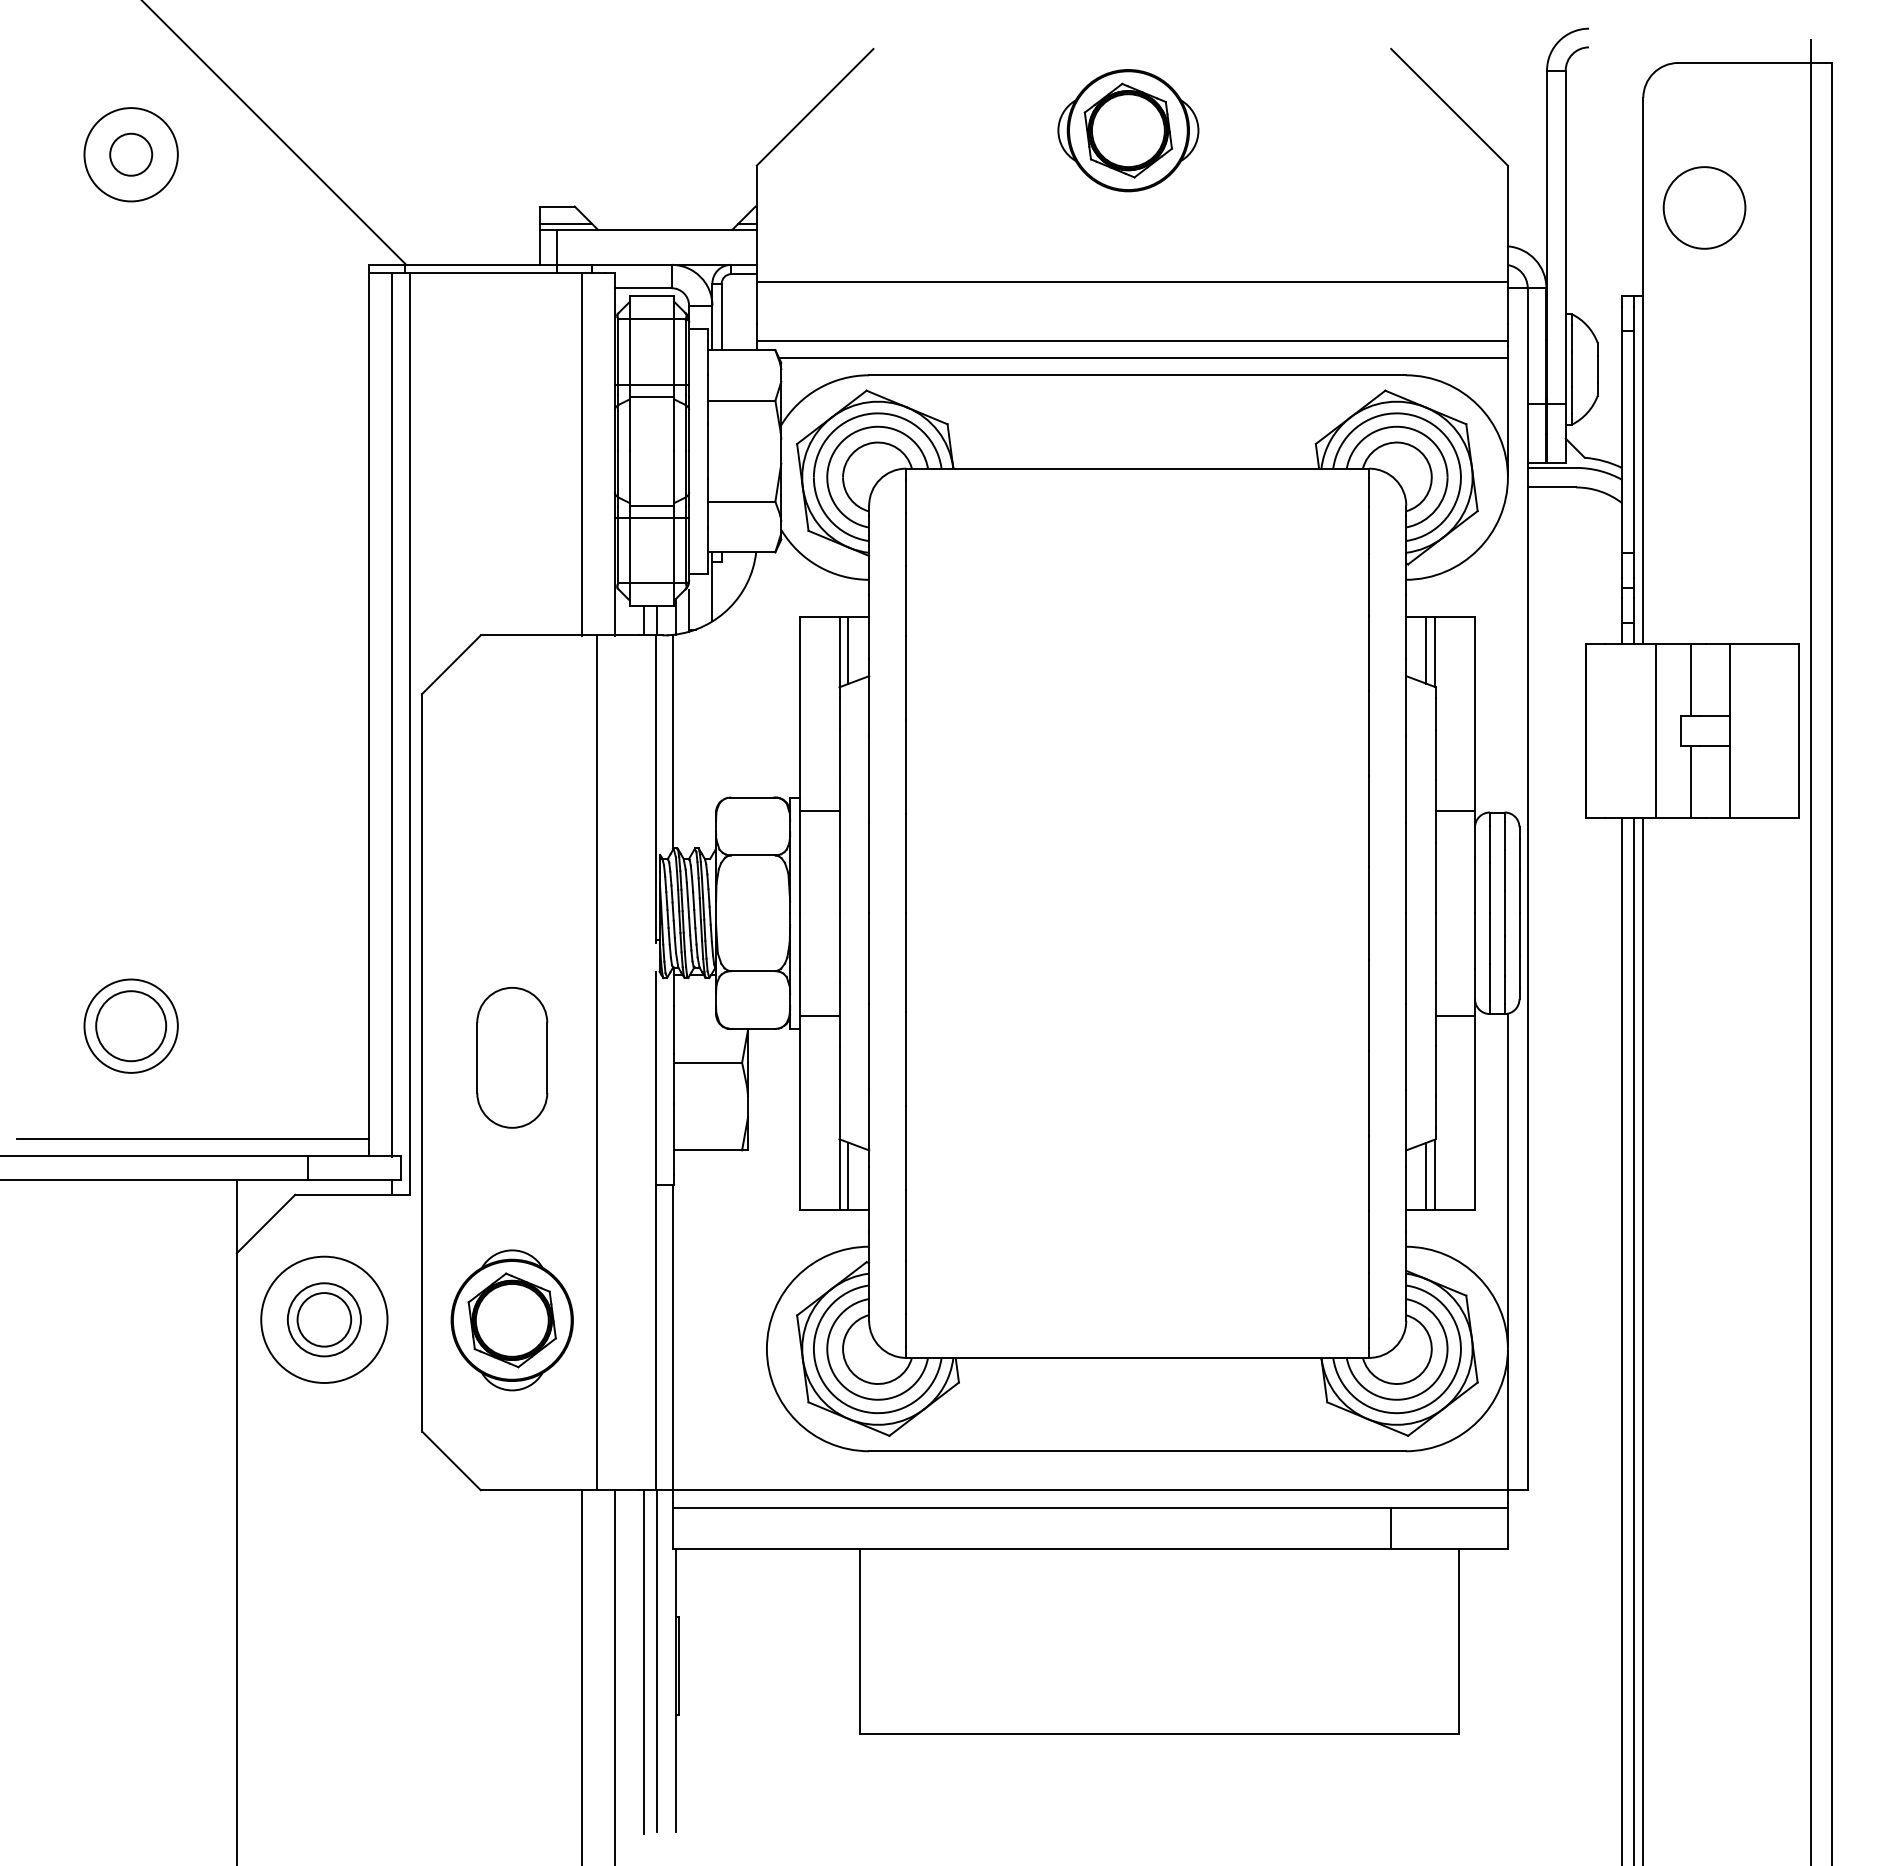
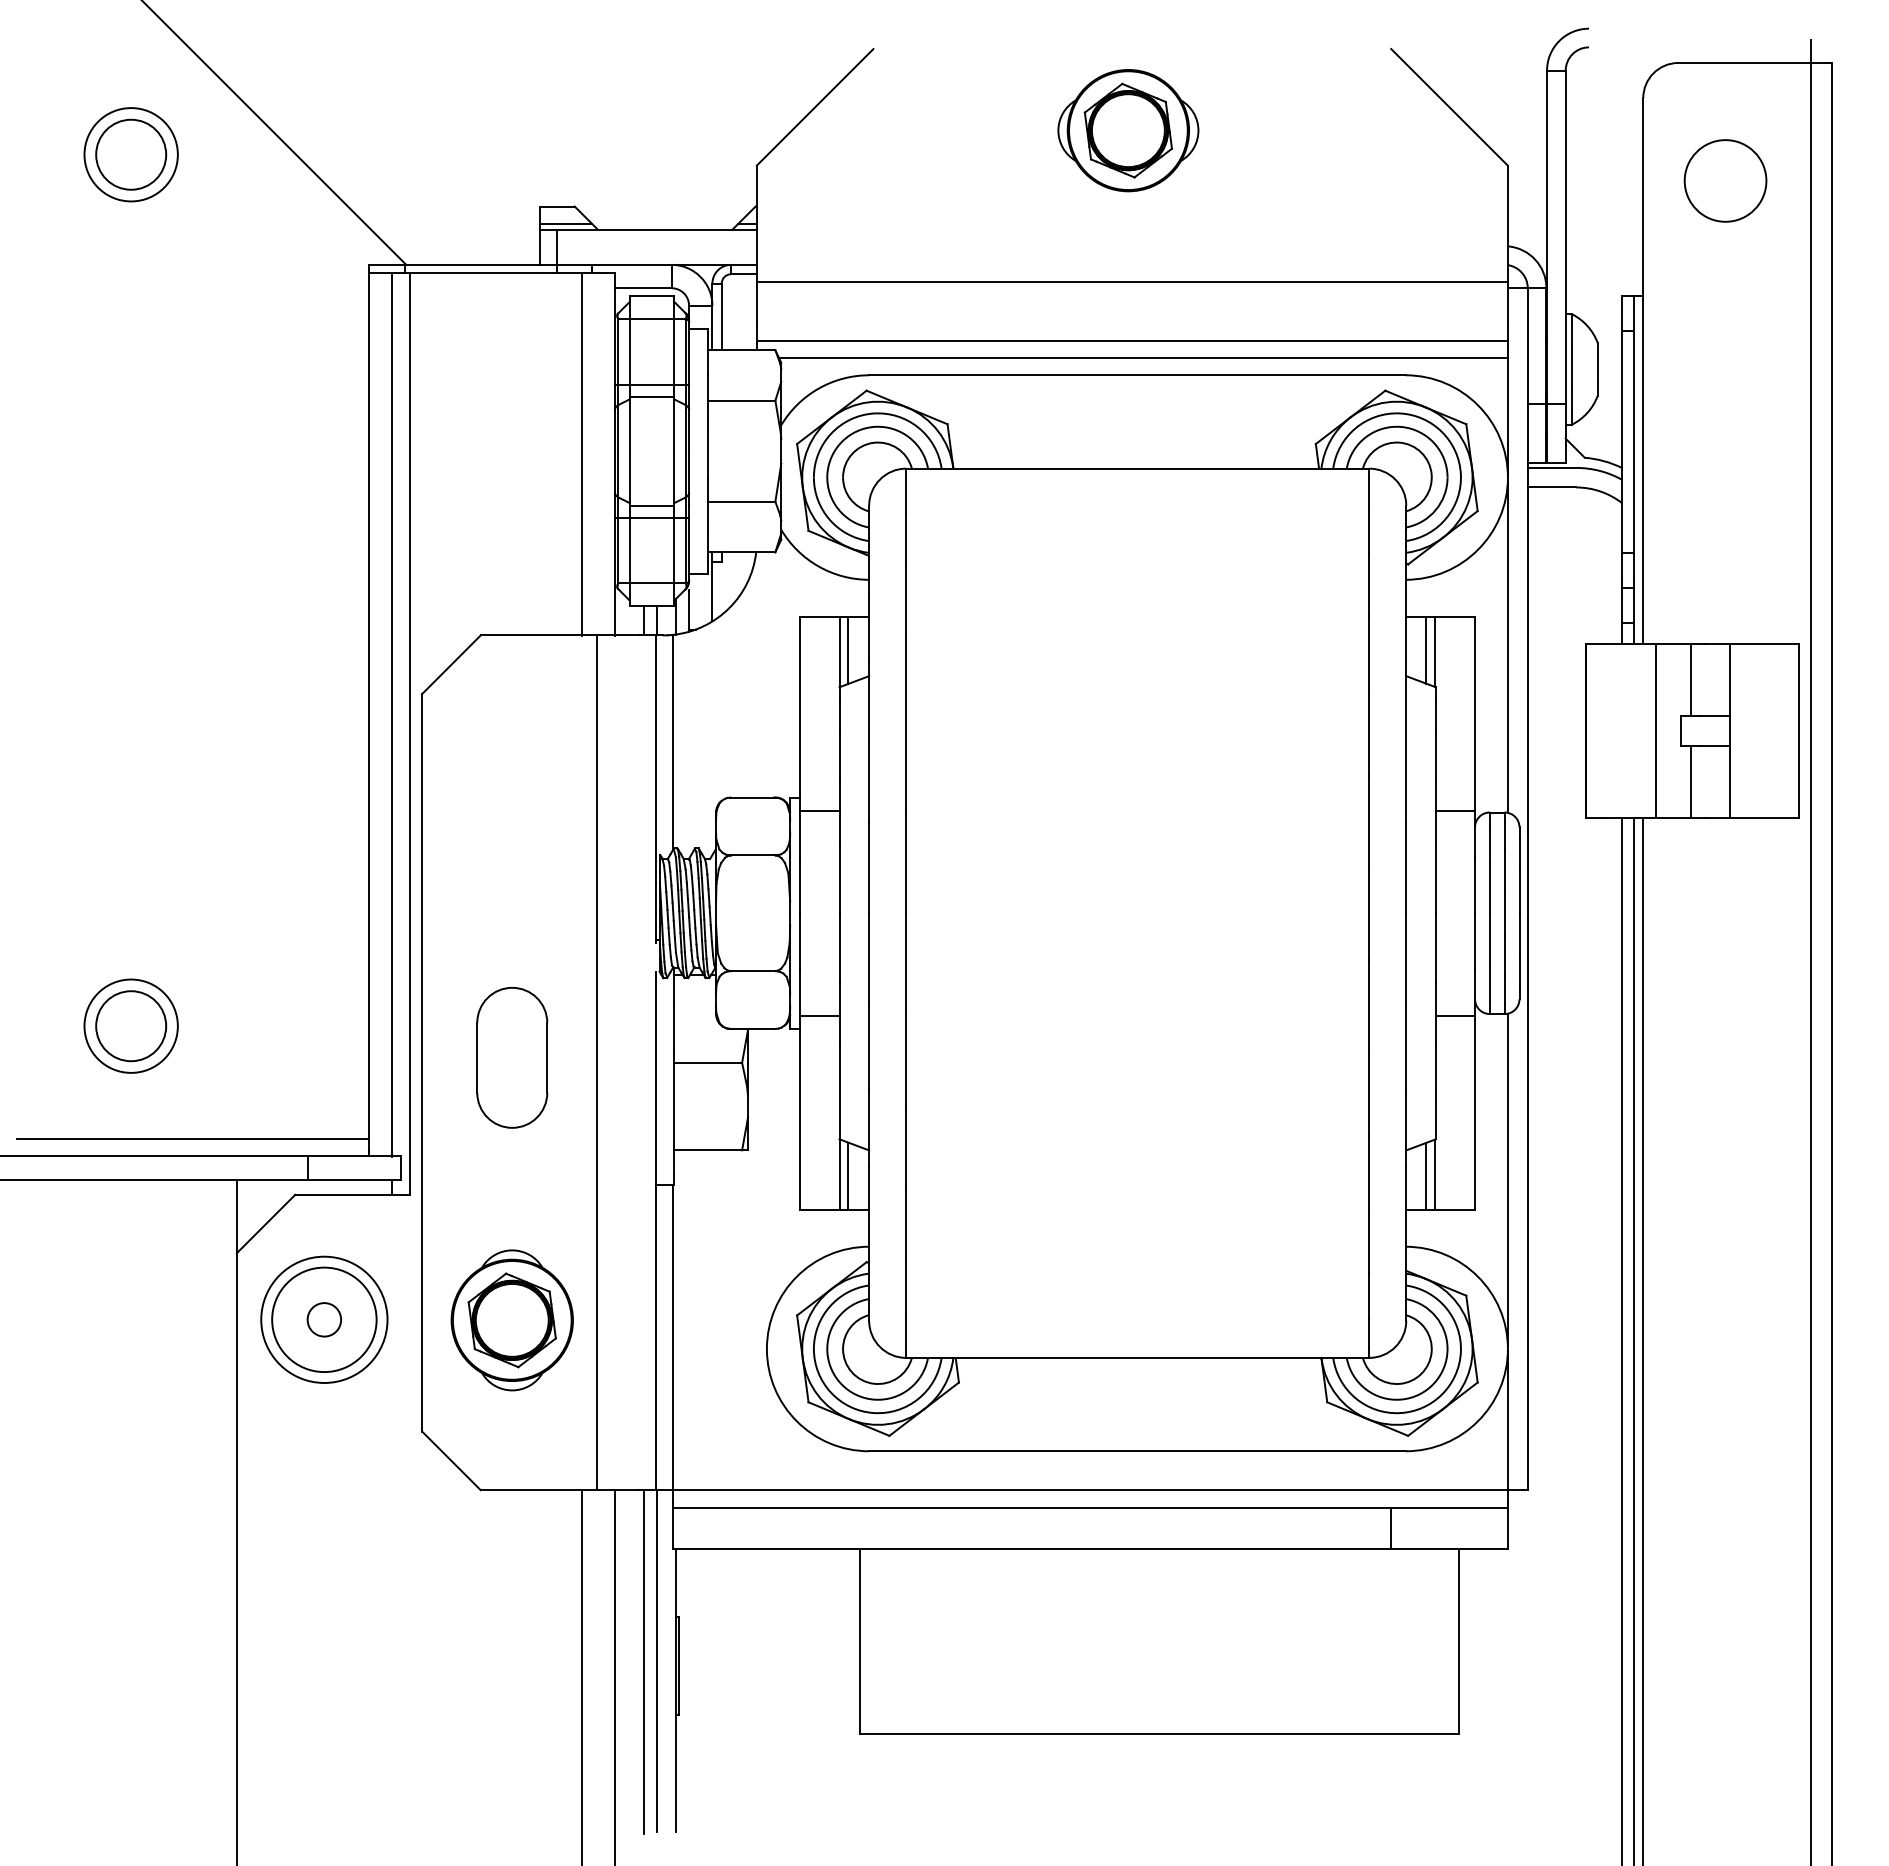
circle at (131, 154) diameter: 42 px -> 70 px
circle at (1704, 207) position: (1704, 207) -> (1725, 180)
line at (1507, 645): none -> present
circle at (323, 1319) diameter: 73 px -> 104 px
circle at (324, 1319) diameter: 54 px -> 33 px
